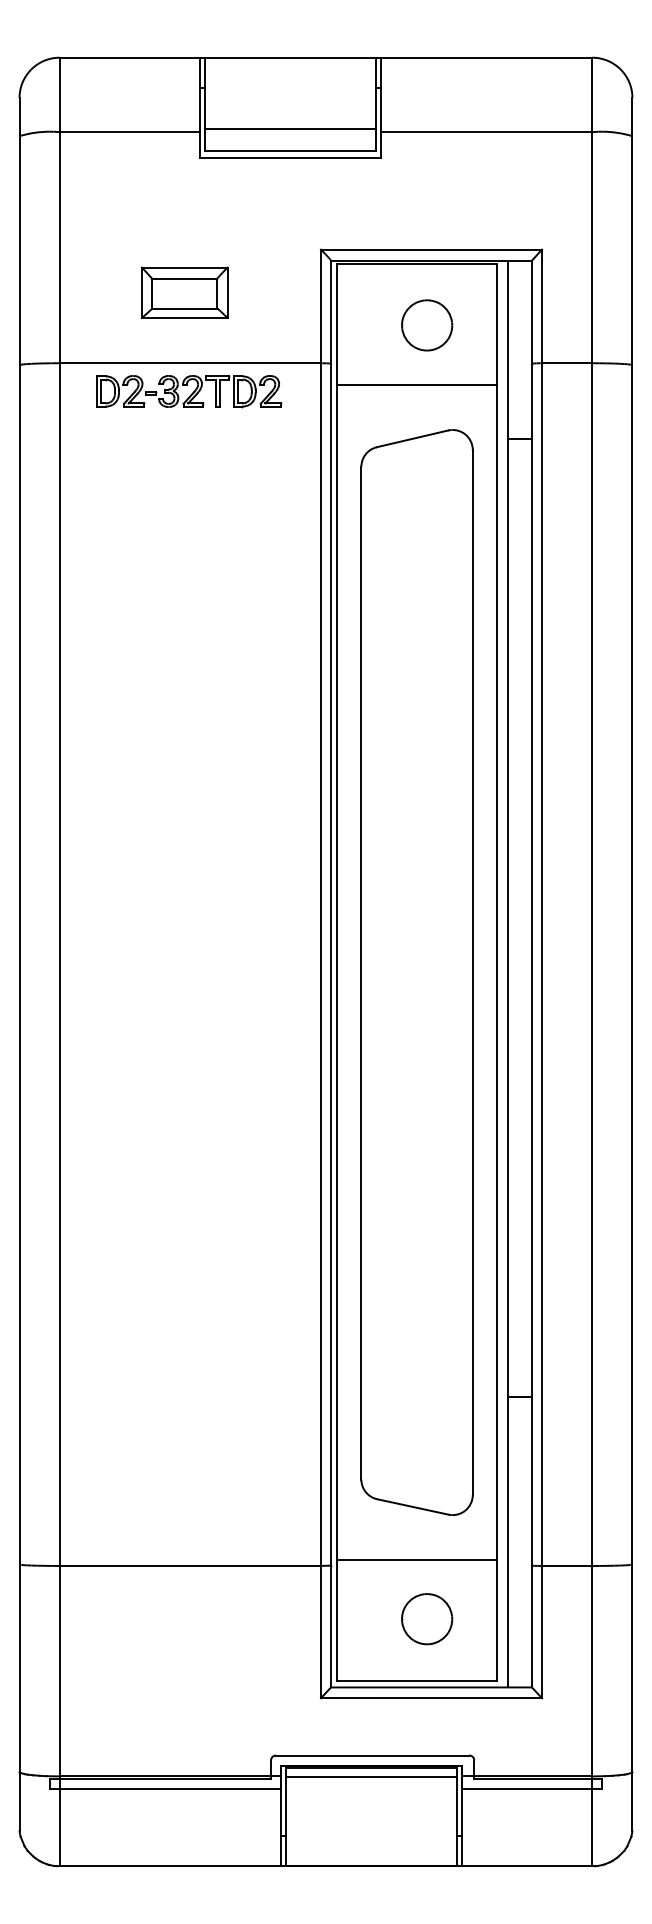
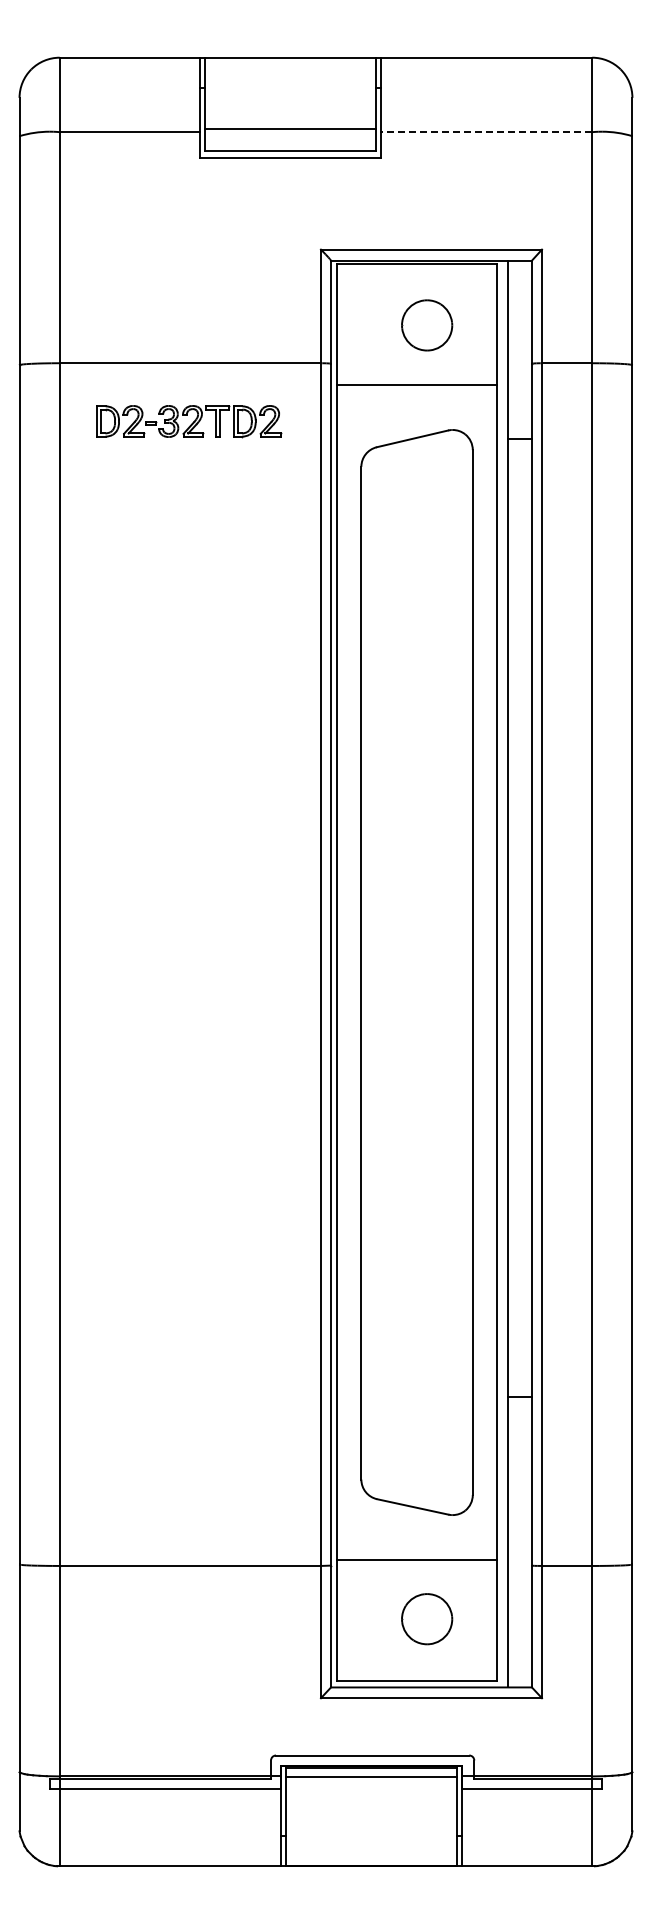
line at (486, 132): solid -> dashed
part at (184, 292): present -> none
part at (189, 391) position: (189, 391) -> (189, 421)
